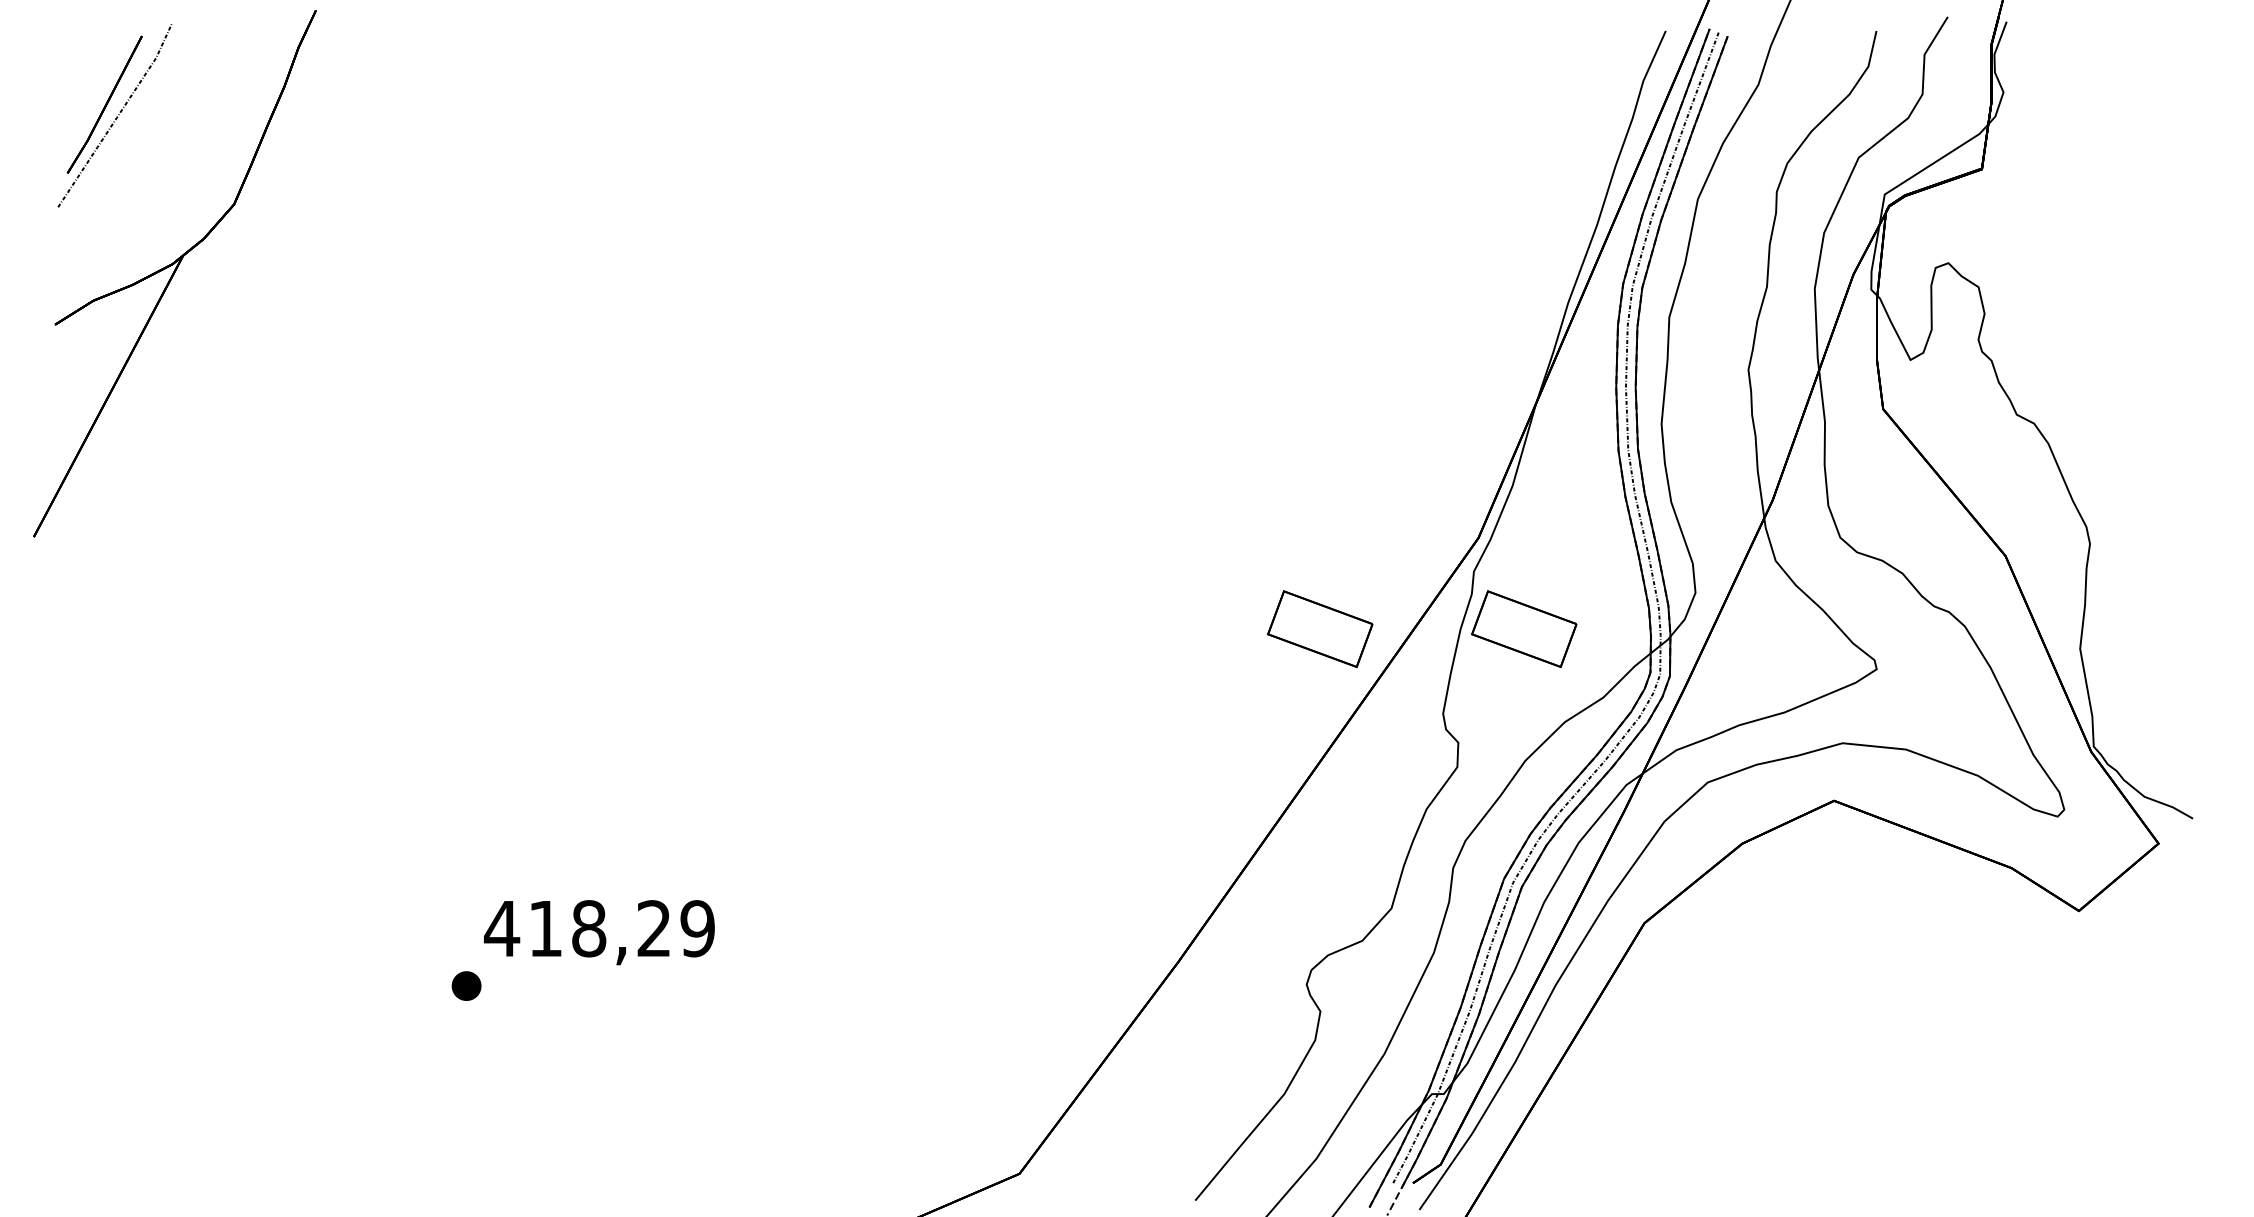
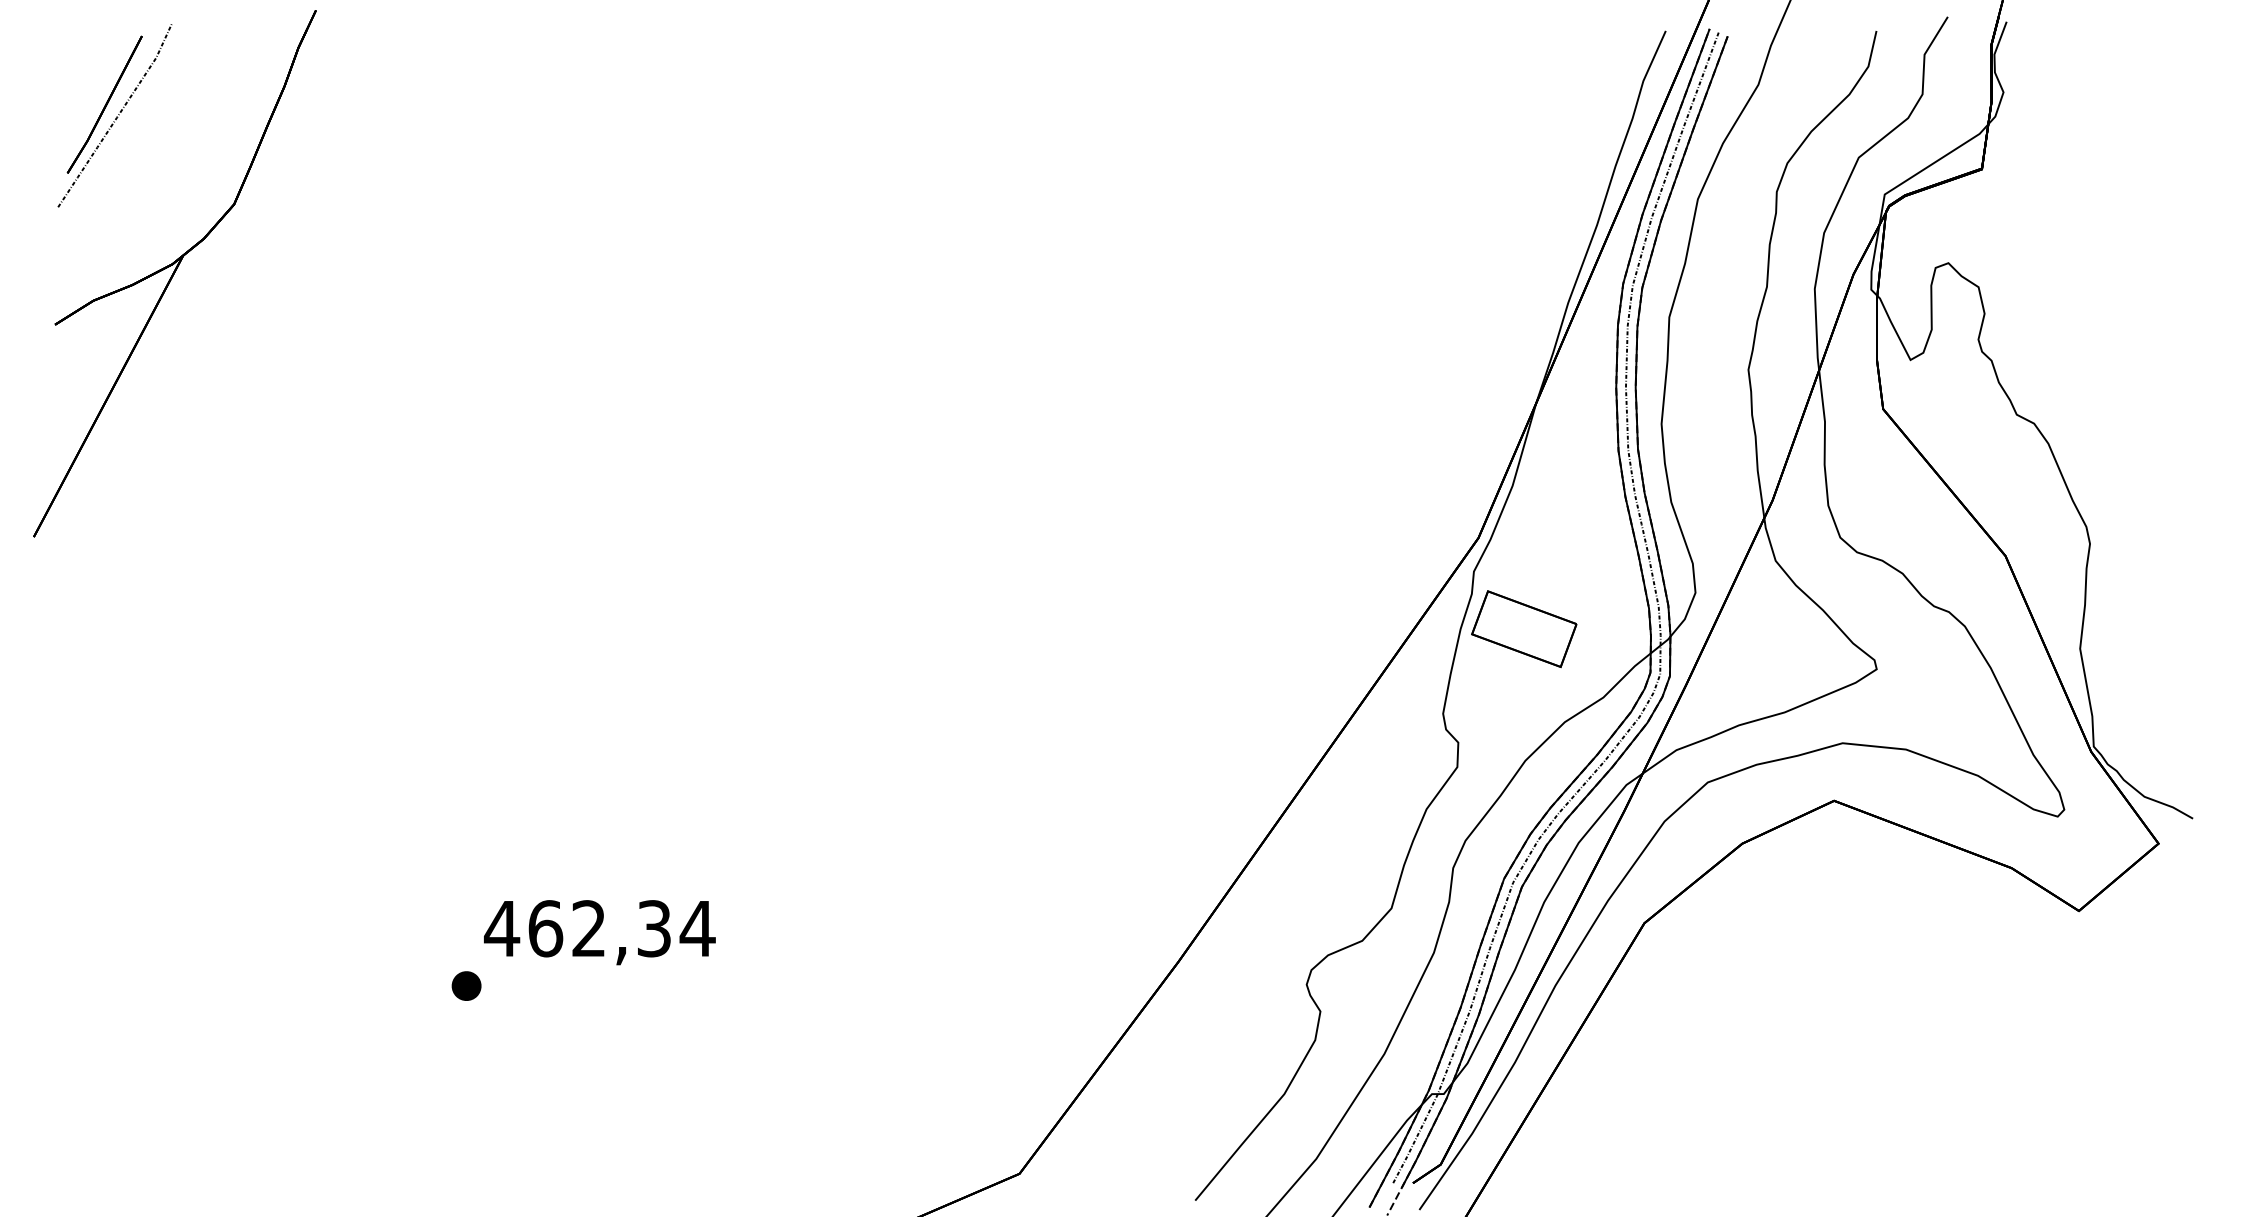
part at (1320, 629): present -> none
text at (621, 928): 418,29 -> 462,34
